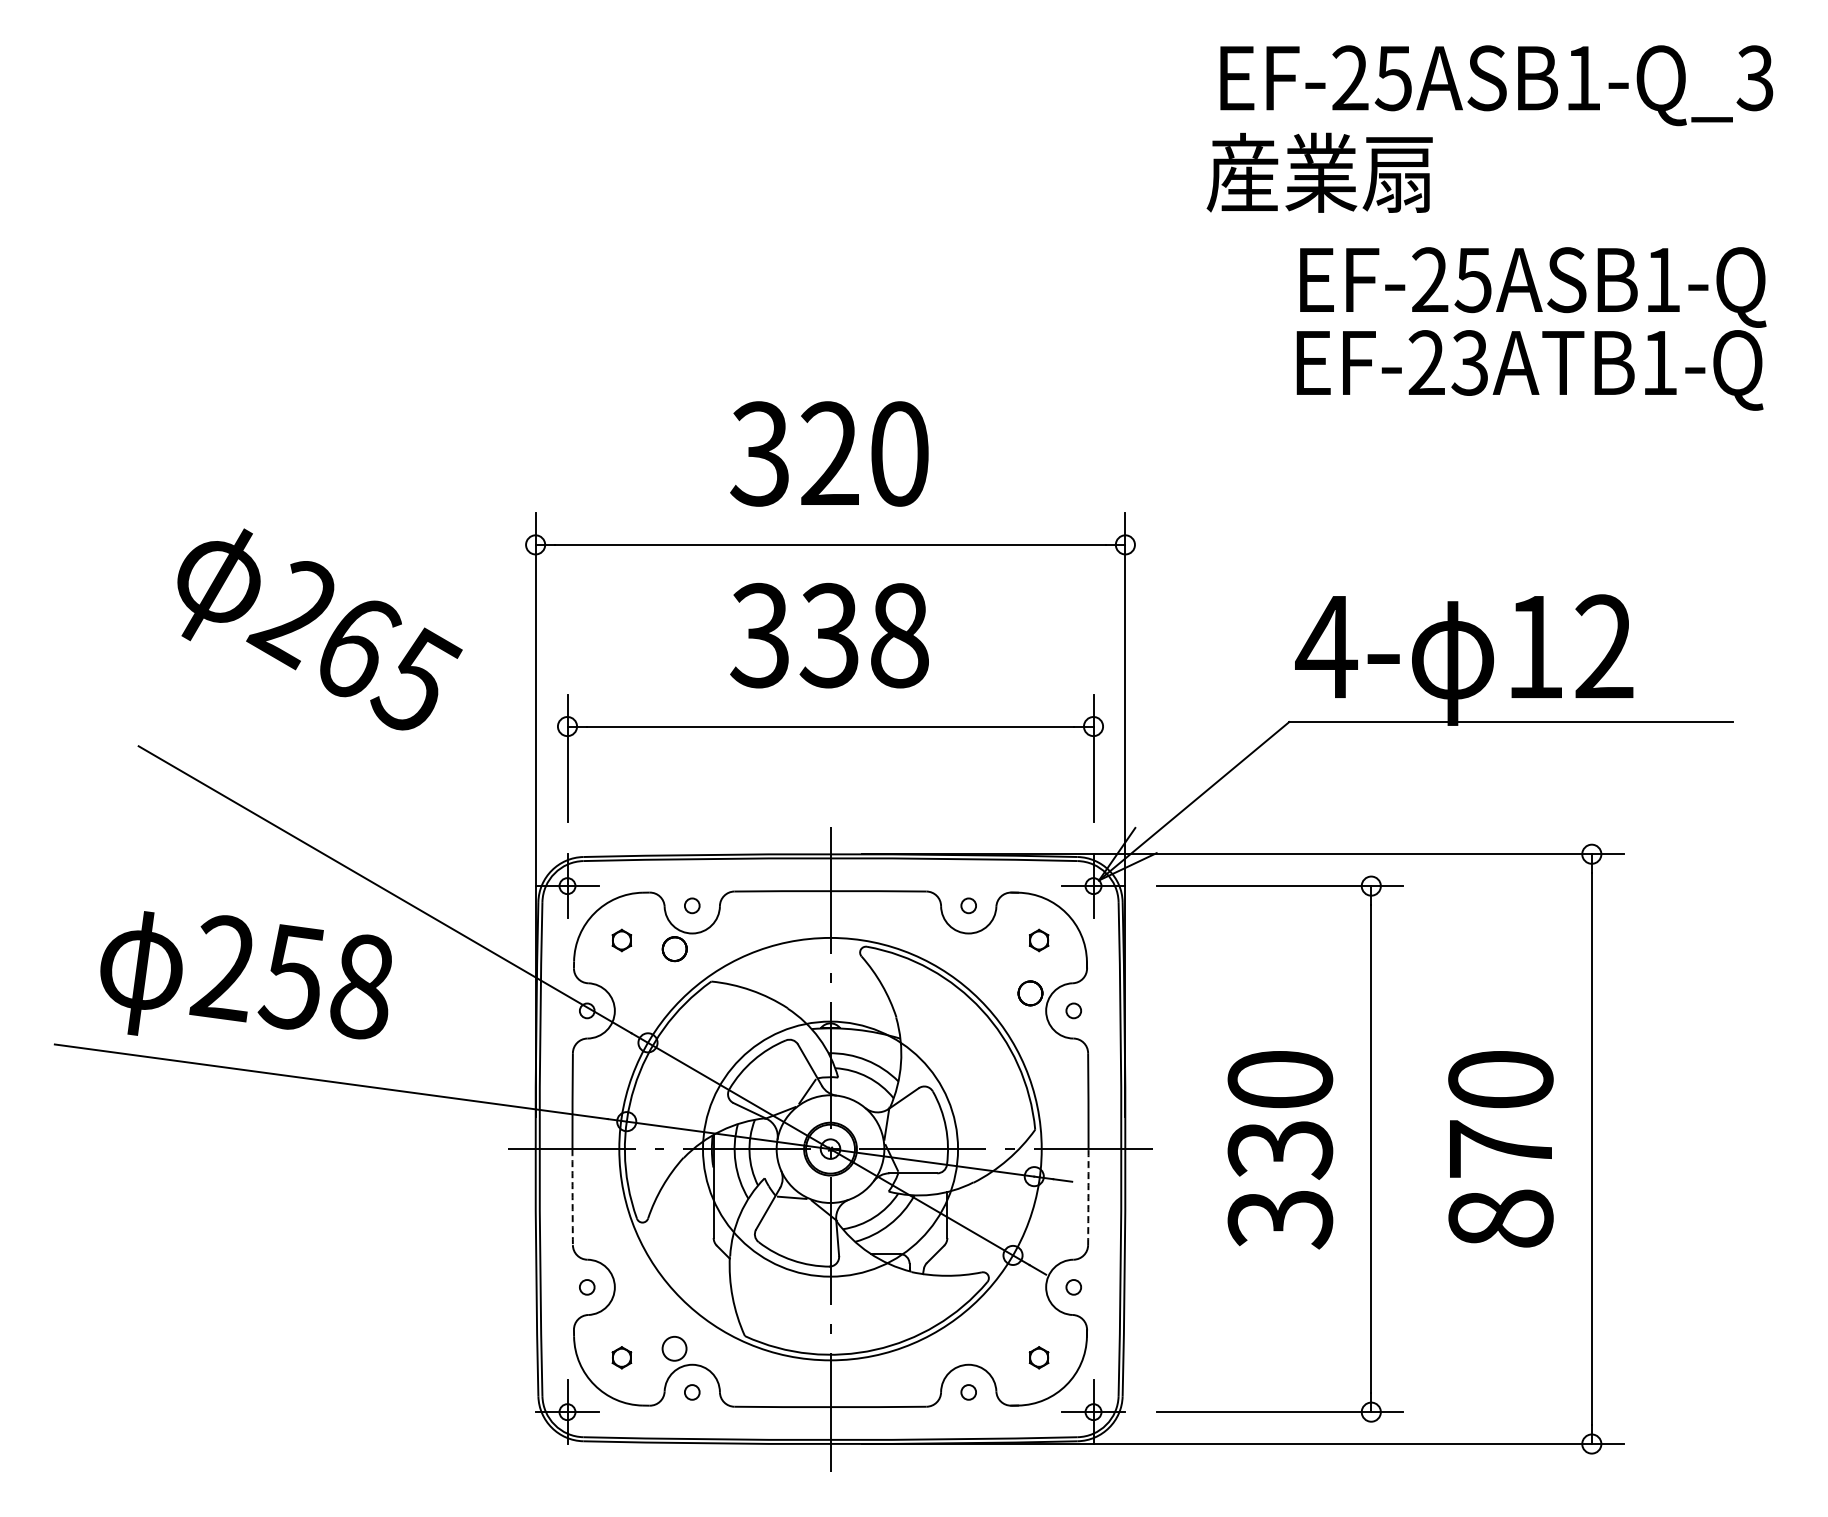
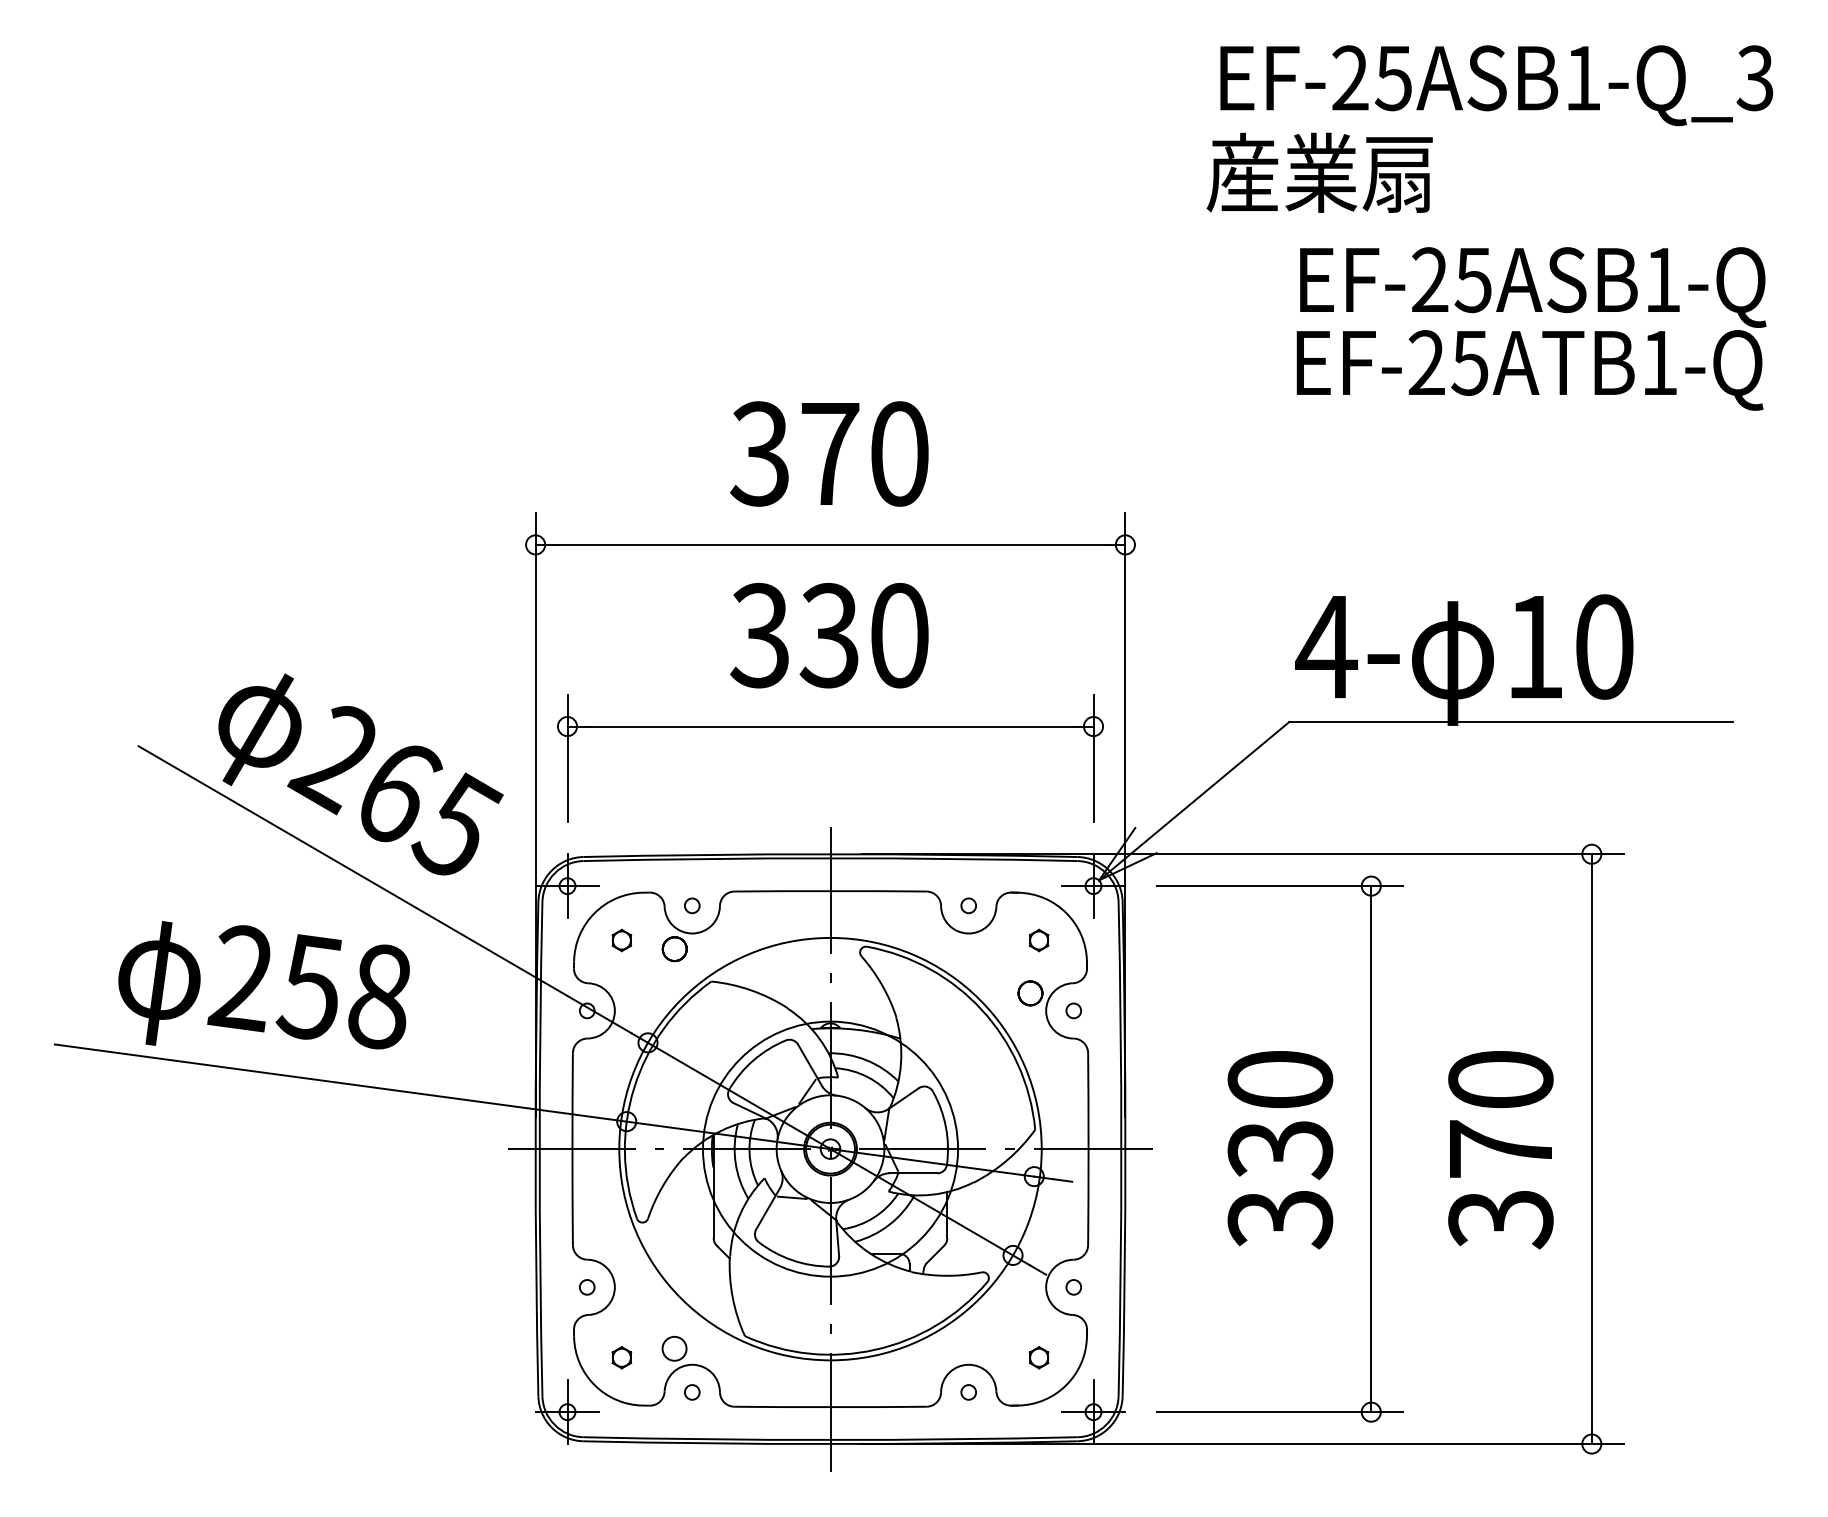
text at (1469, 362): EF-23ATB1-Q -> EF-25ATB1-Q
text at (830, 452): 320 -> 370
text at (319, 629) position: (319, 629) -> (360, 774)
text at (899, 635): 338 -> 330
text at (1604, 646): 12 -> 10
text at (245, 975) position: (245, 975) -> (263, 985)
arc at (572, 1197): dashed -> solid
arc at (1088, 1197): dashed -> solid
text at (1500, 1219): 870 -> 370
